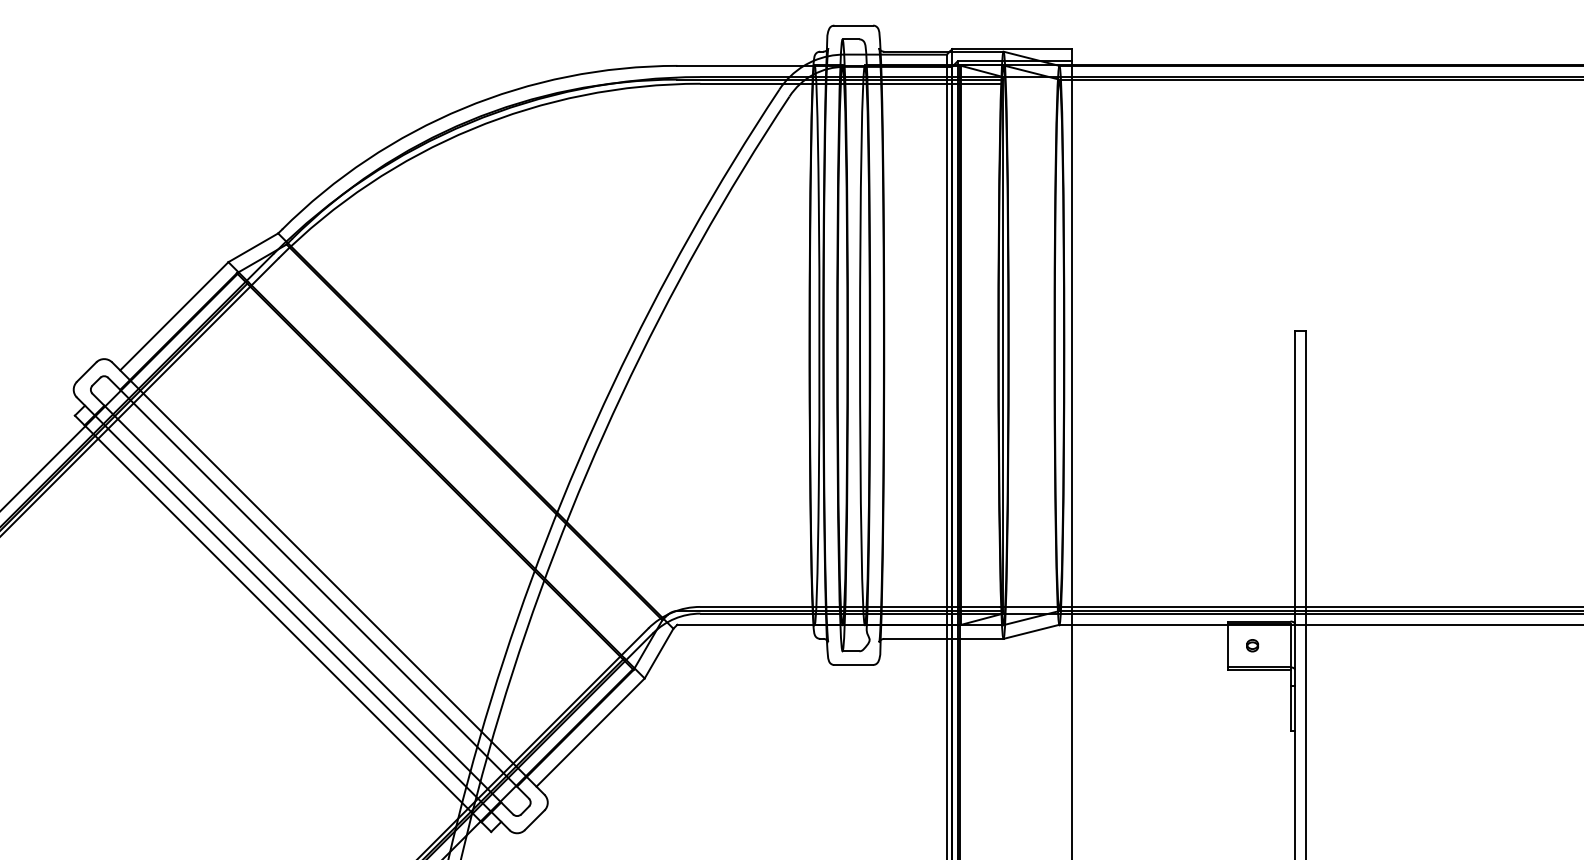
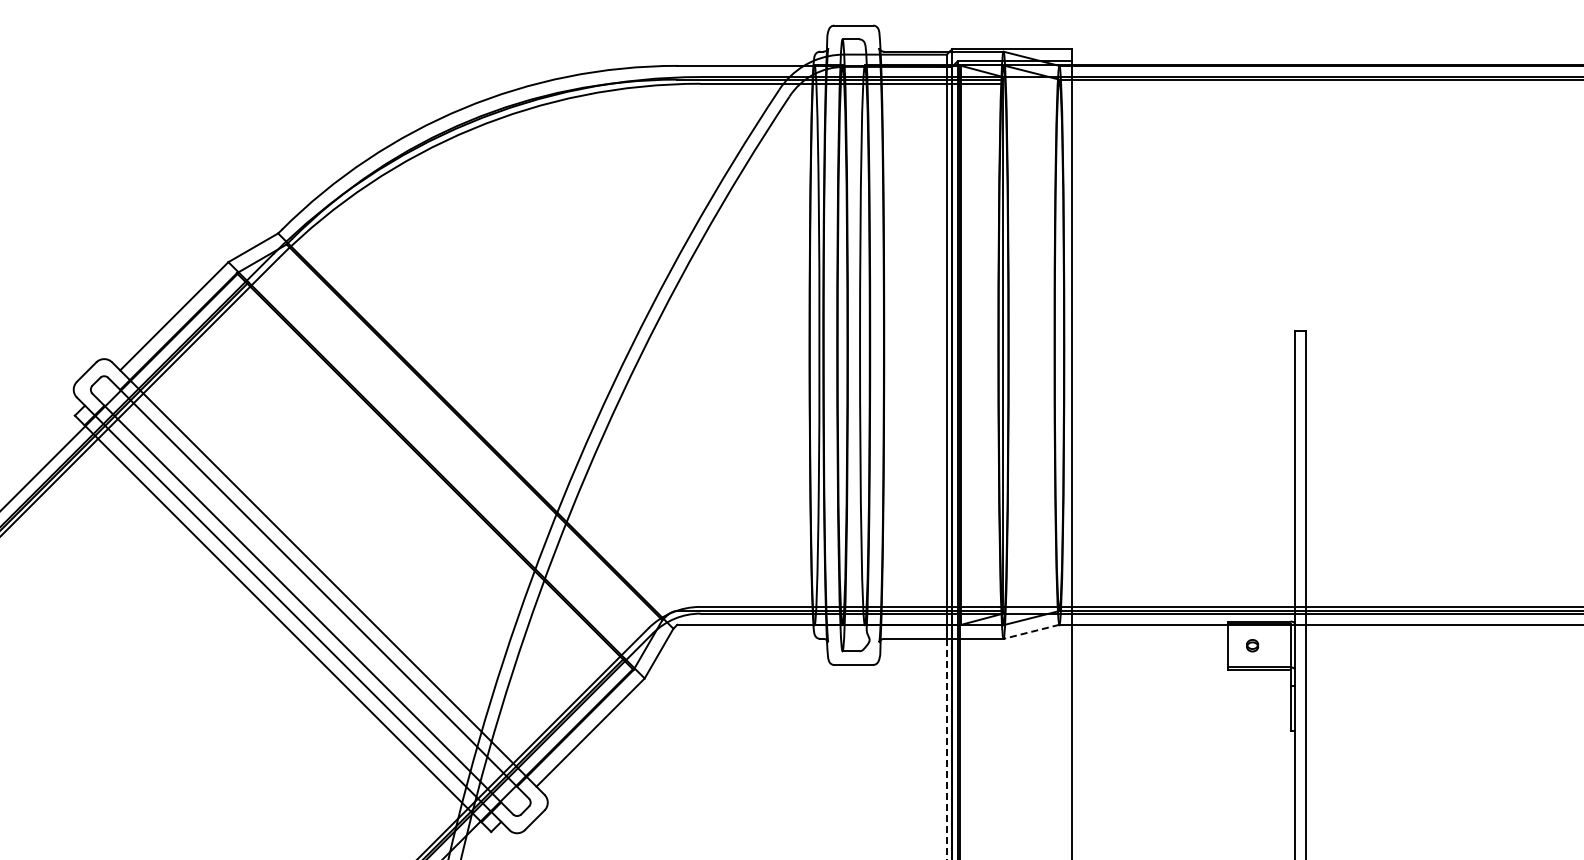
line at (1031, 631): solid -> dashed
line at (946, 749): solid -> dashed
